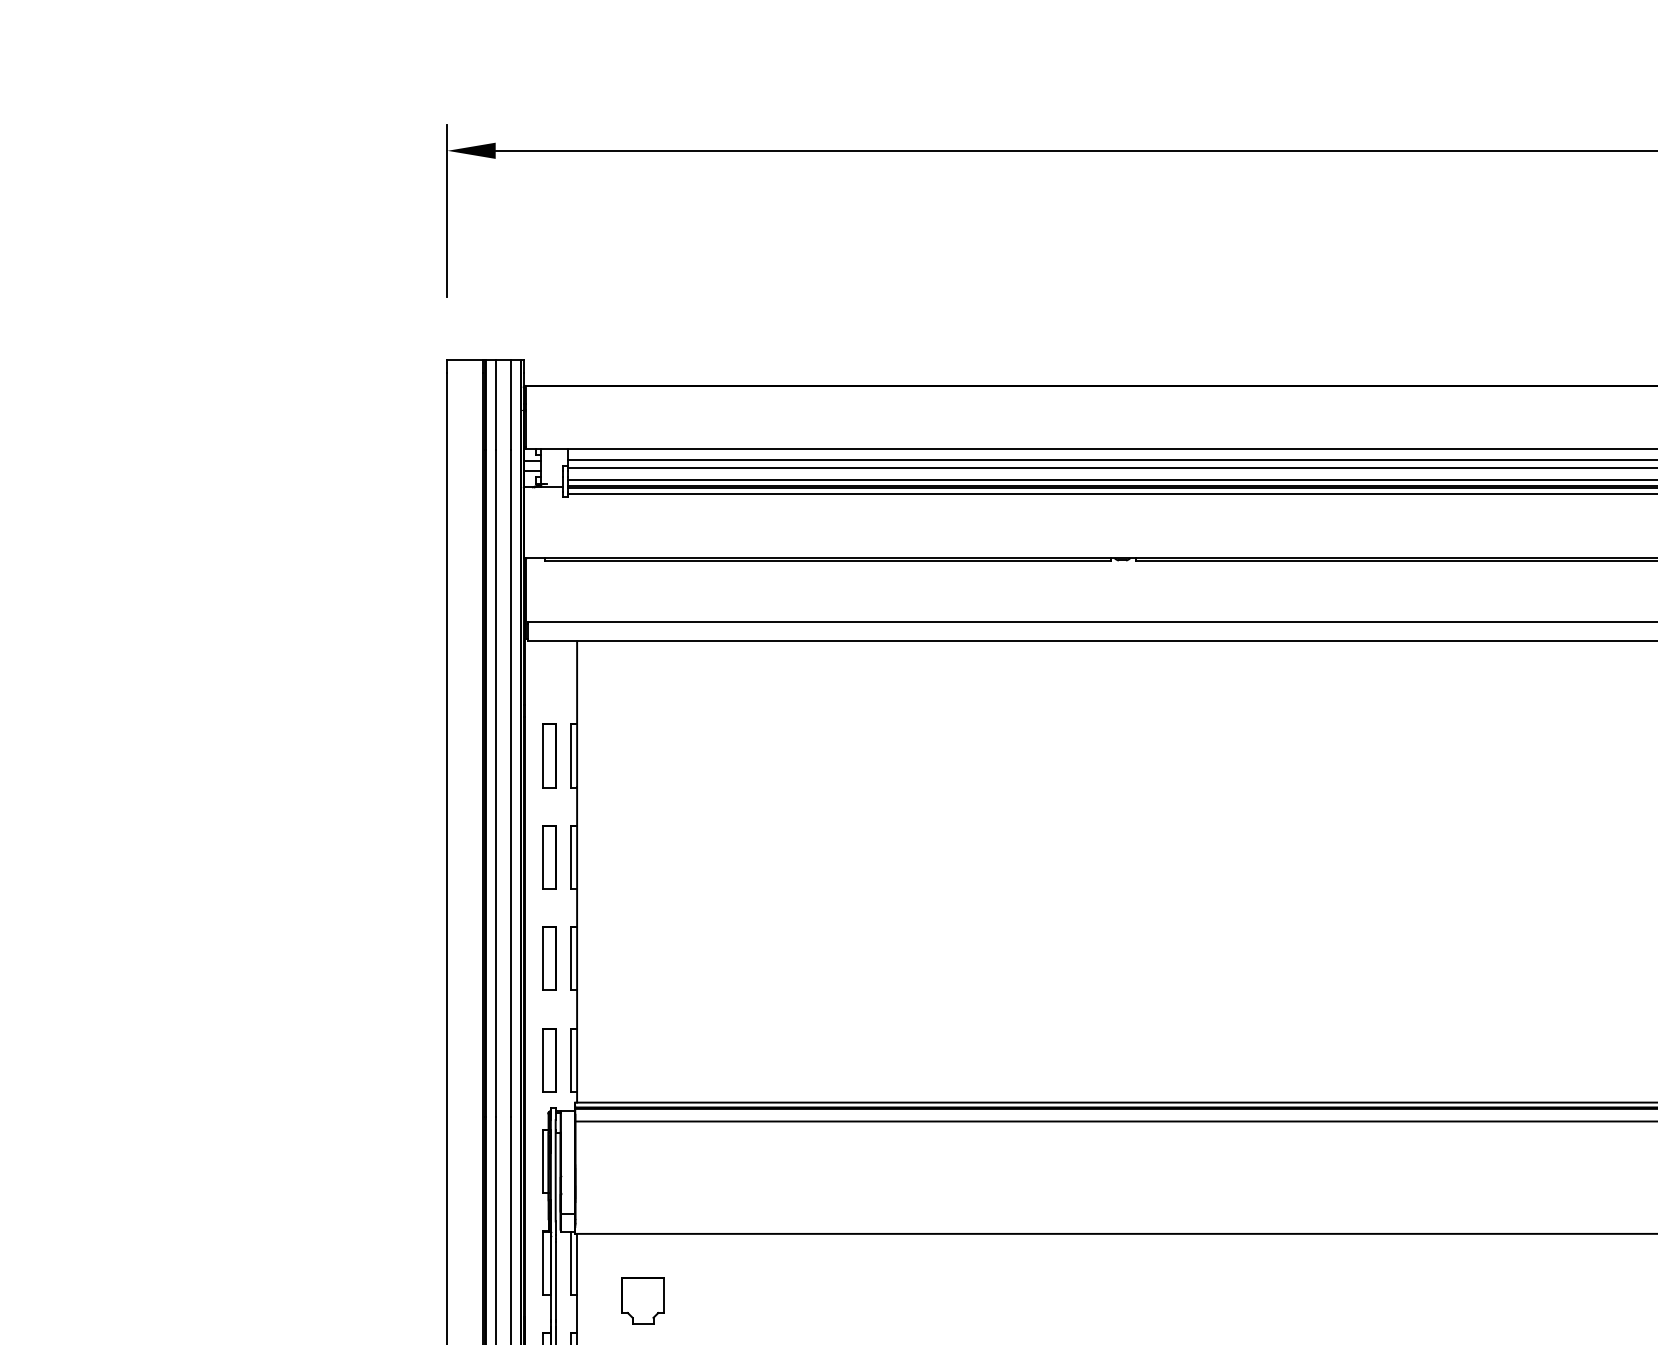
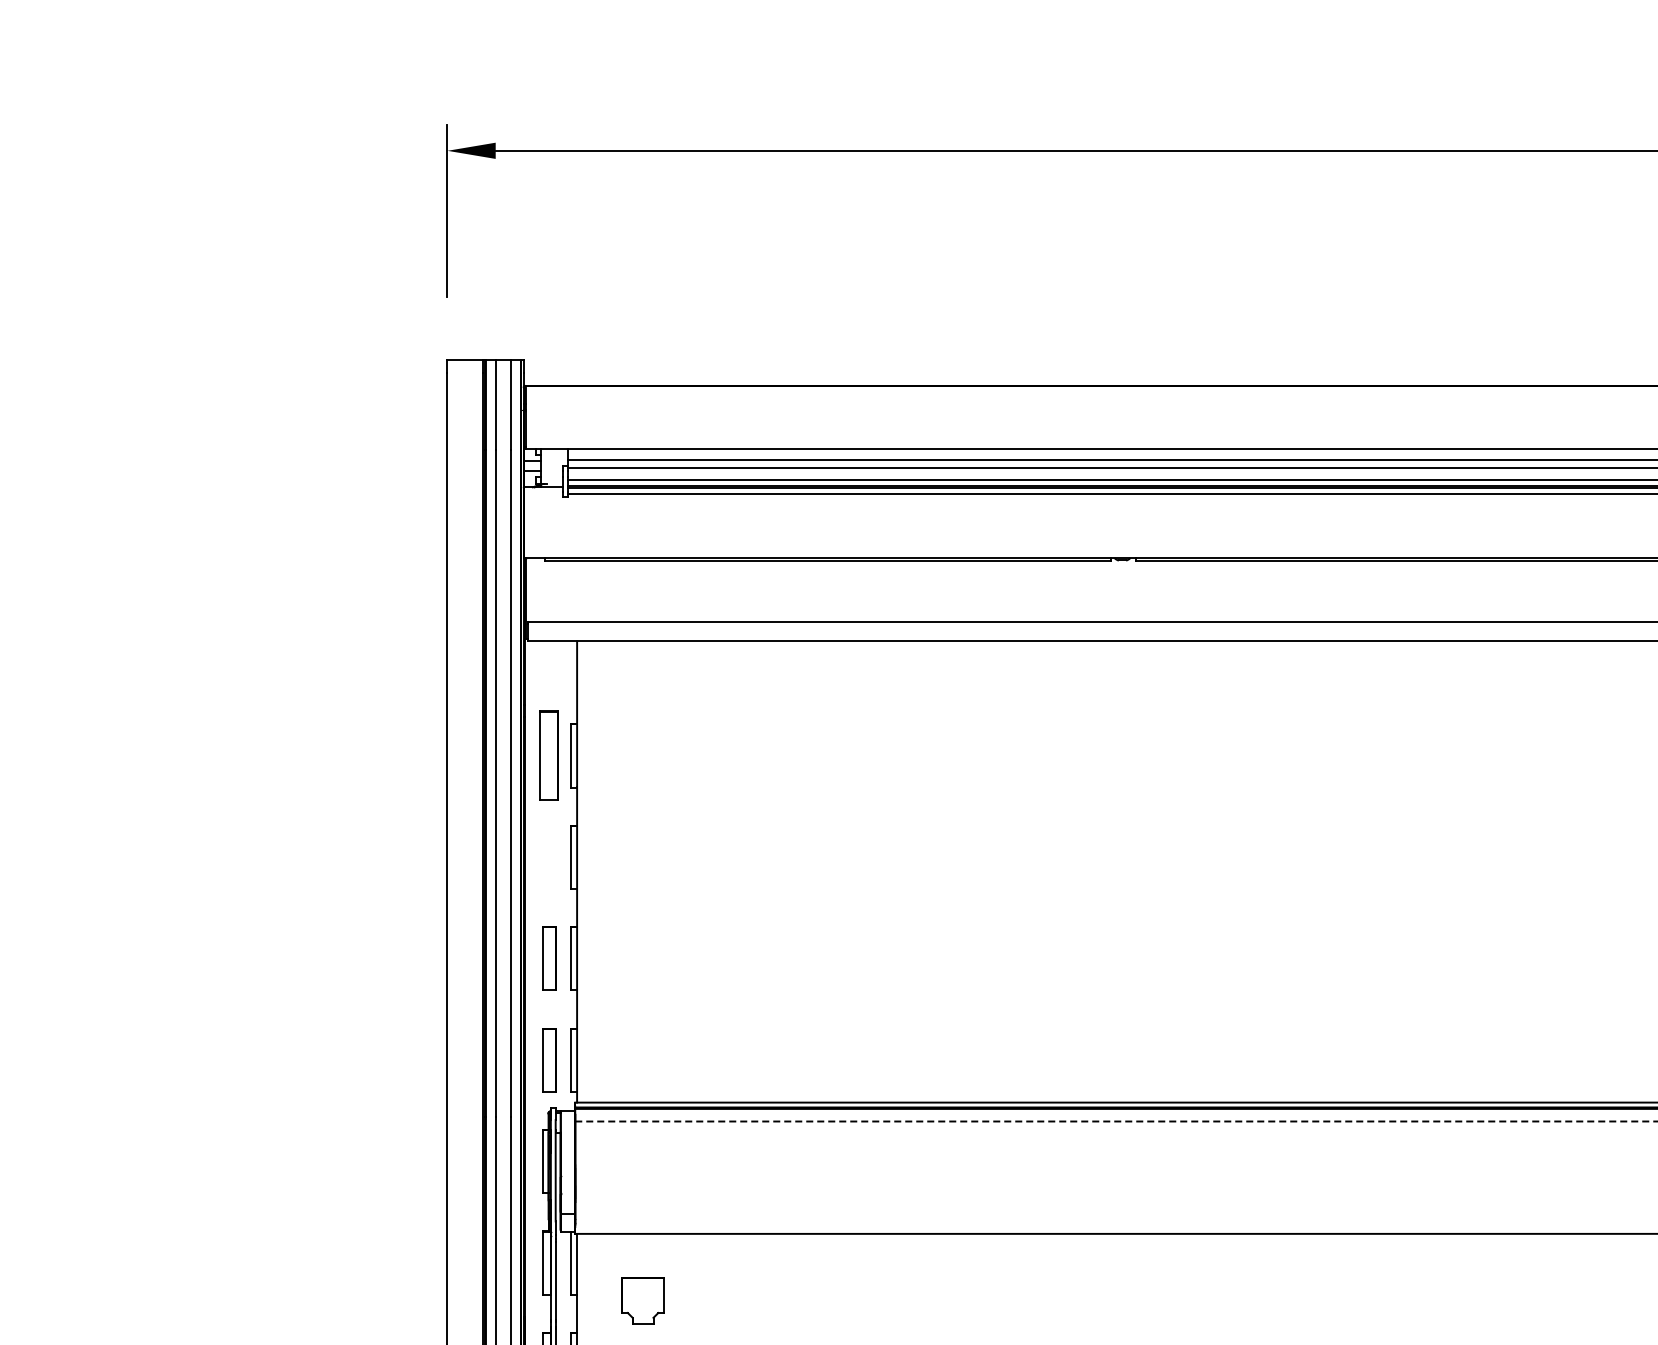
part at (549, 755) size: 15x66 px -> 20x91 px
part at (549, 857): present -> none
line at (1116, 1121): solid -> dashed
